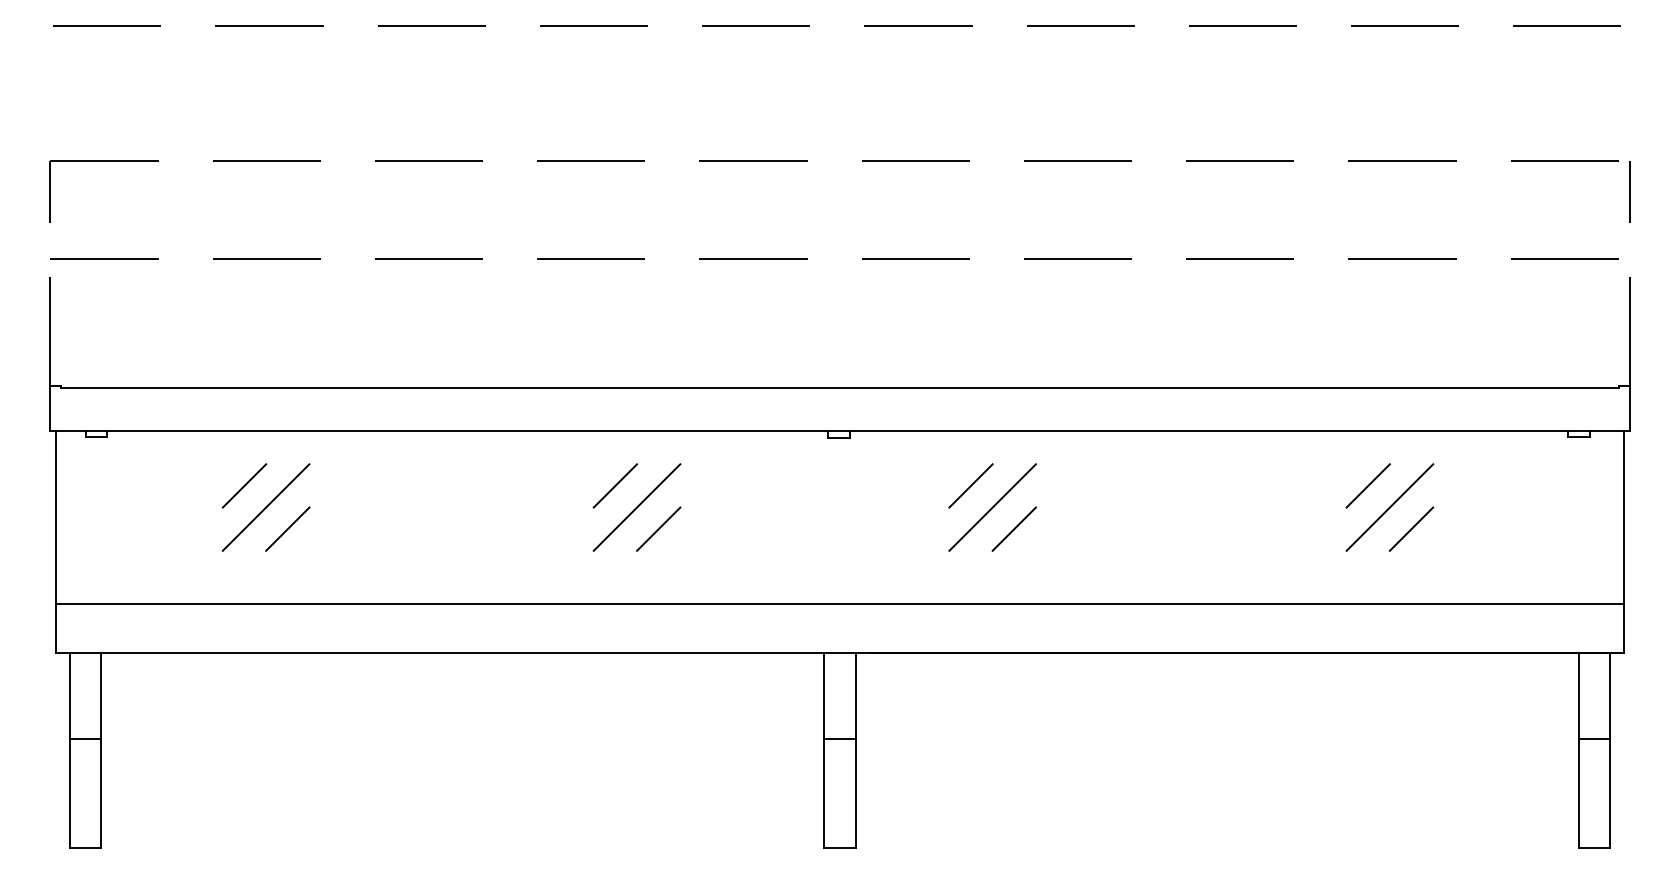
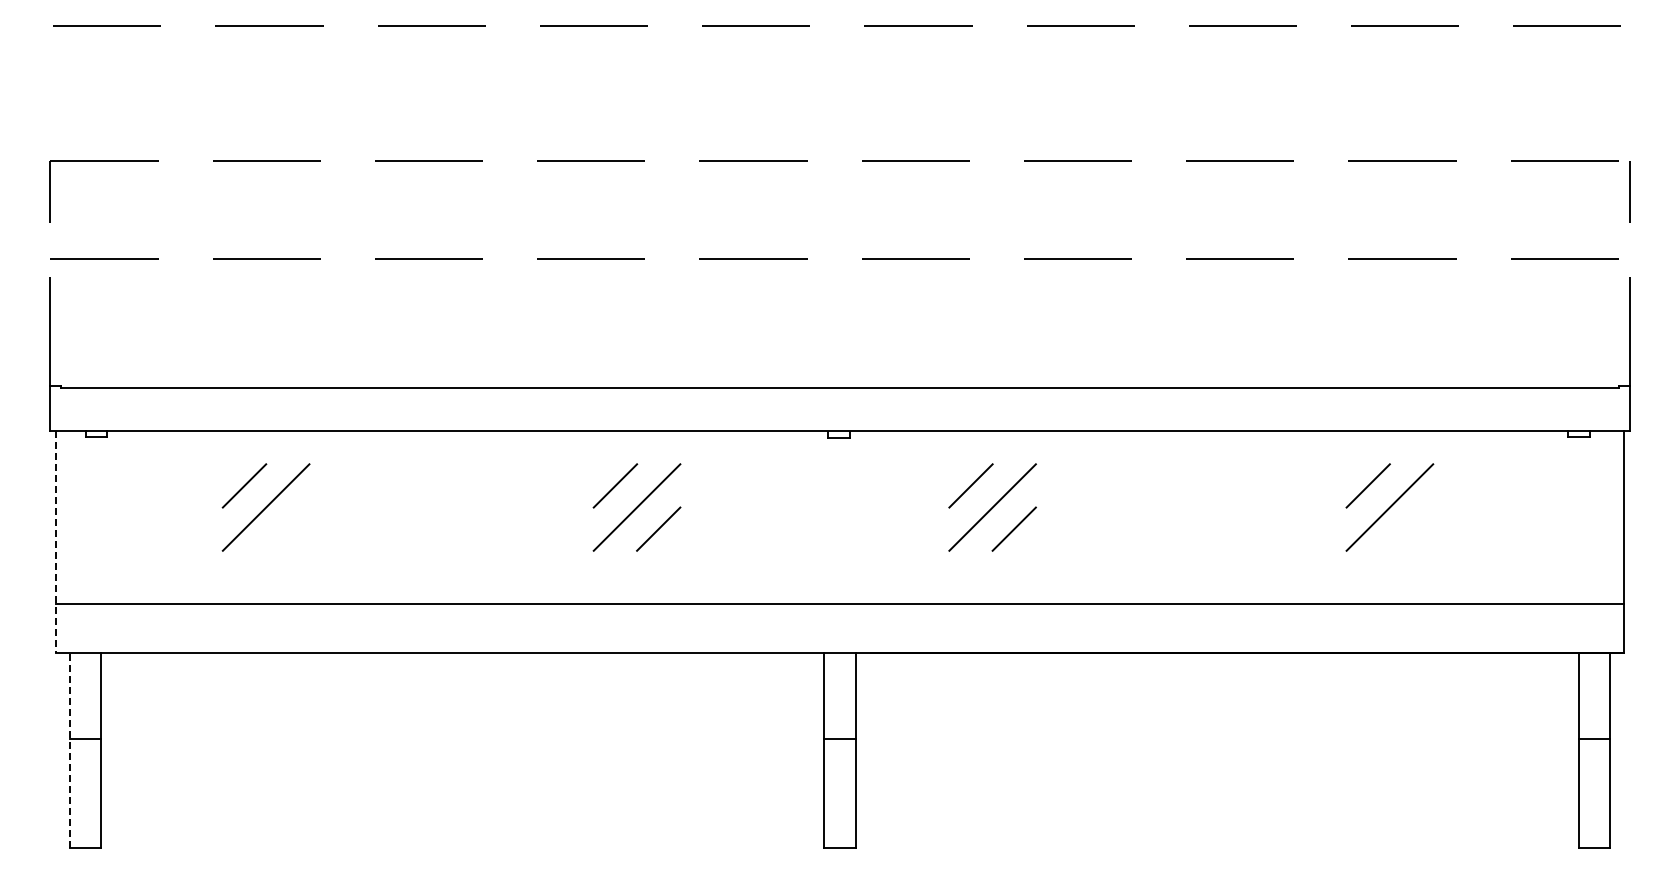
line at (287, 528): present -> none
line at (1411, 528): present -> none
line at (55, 542): solid -> dashed
line at (69, 750): solid -> dashed
